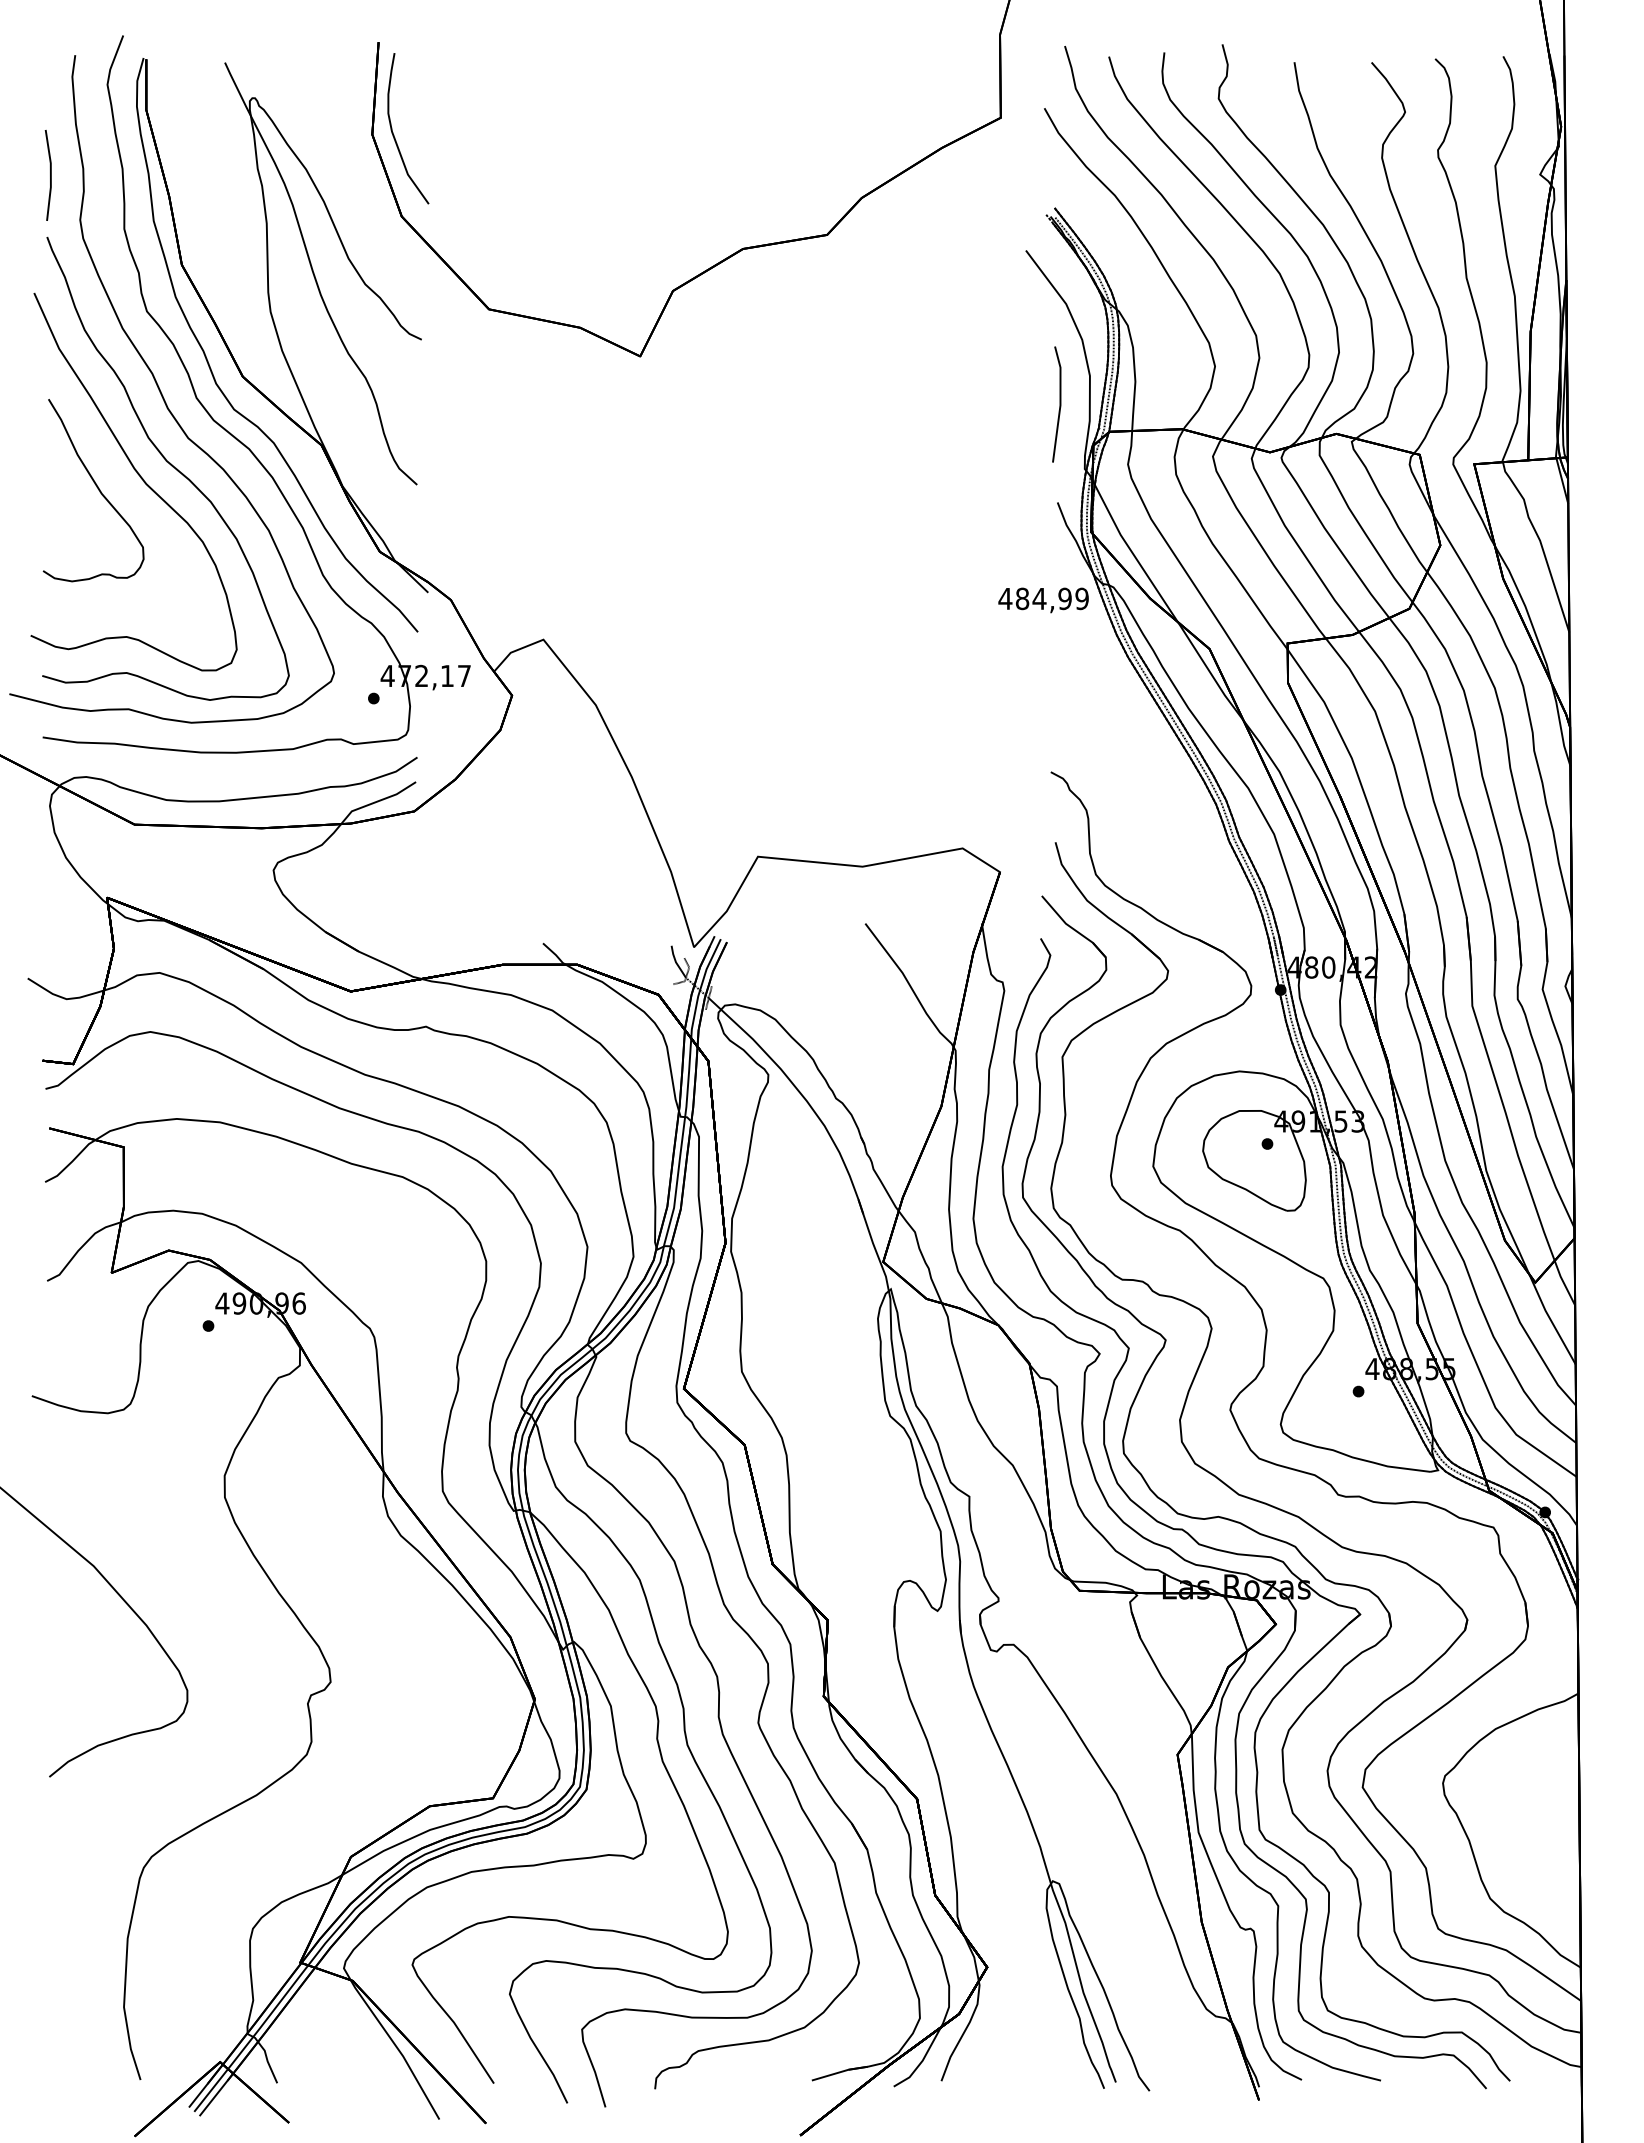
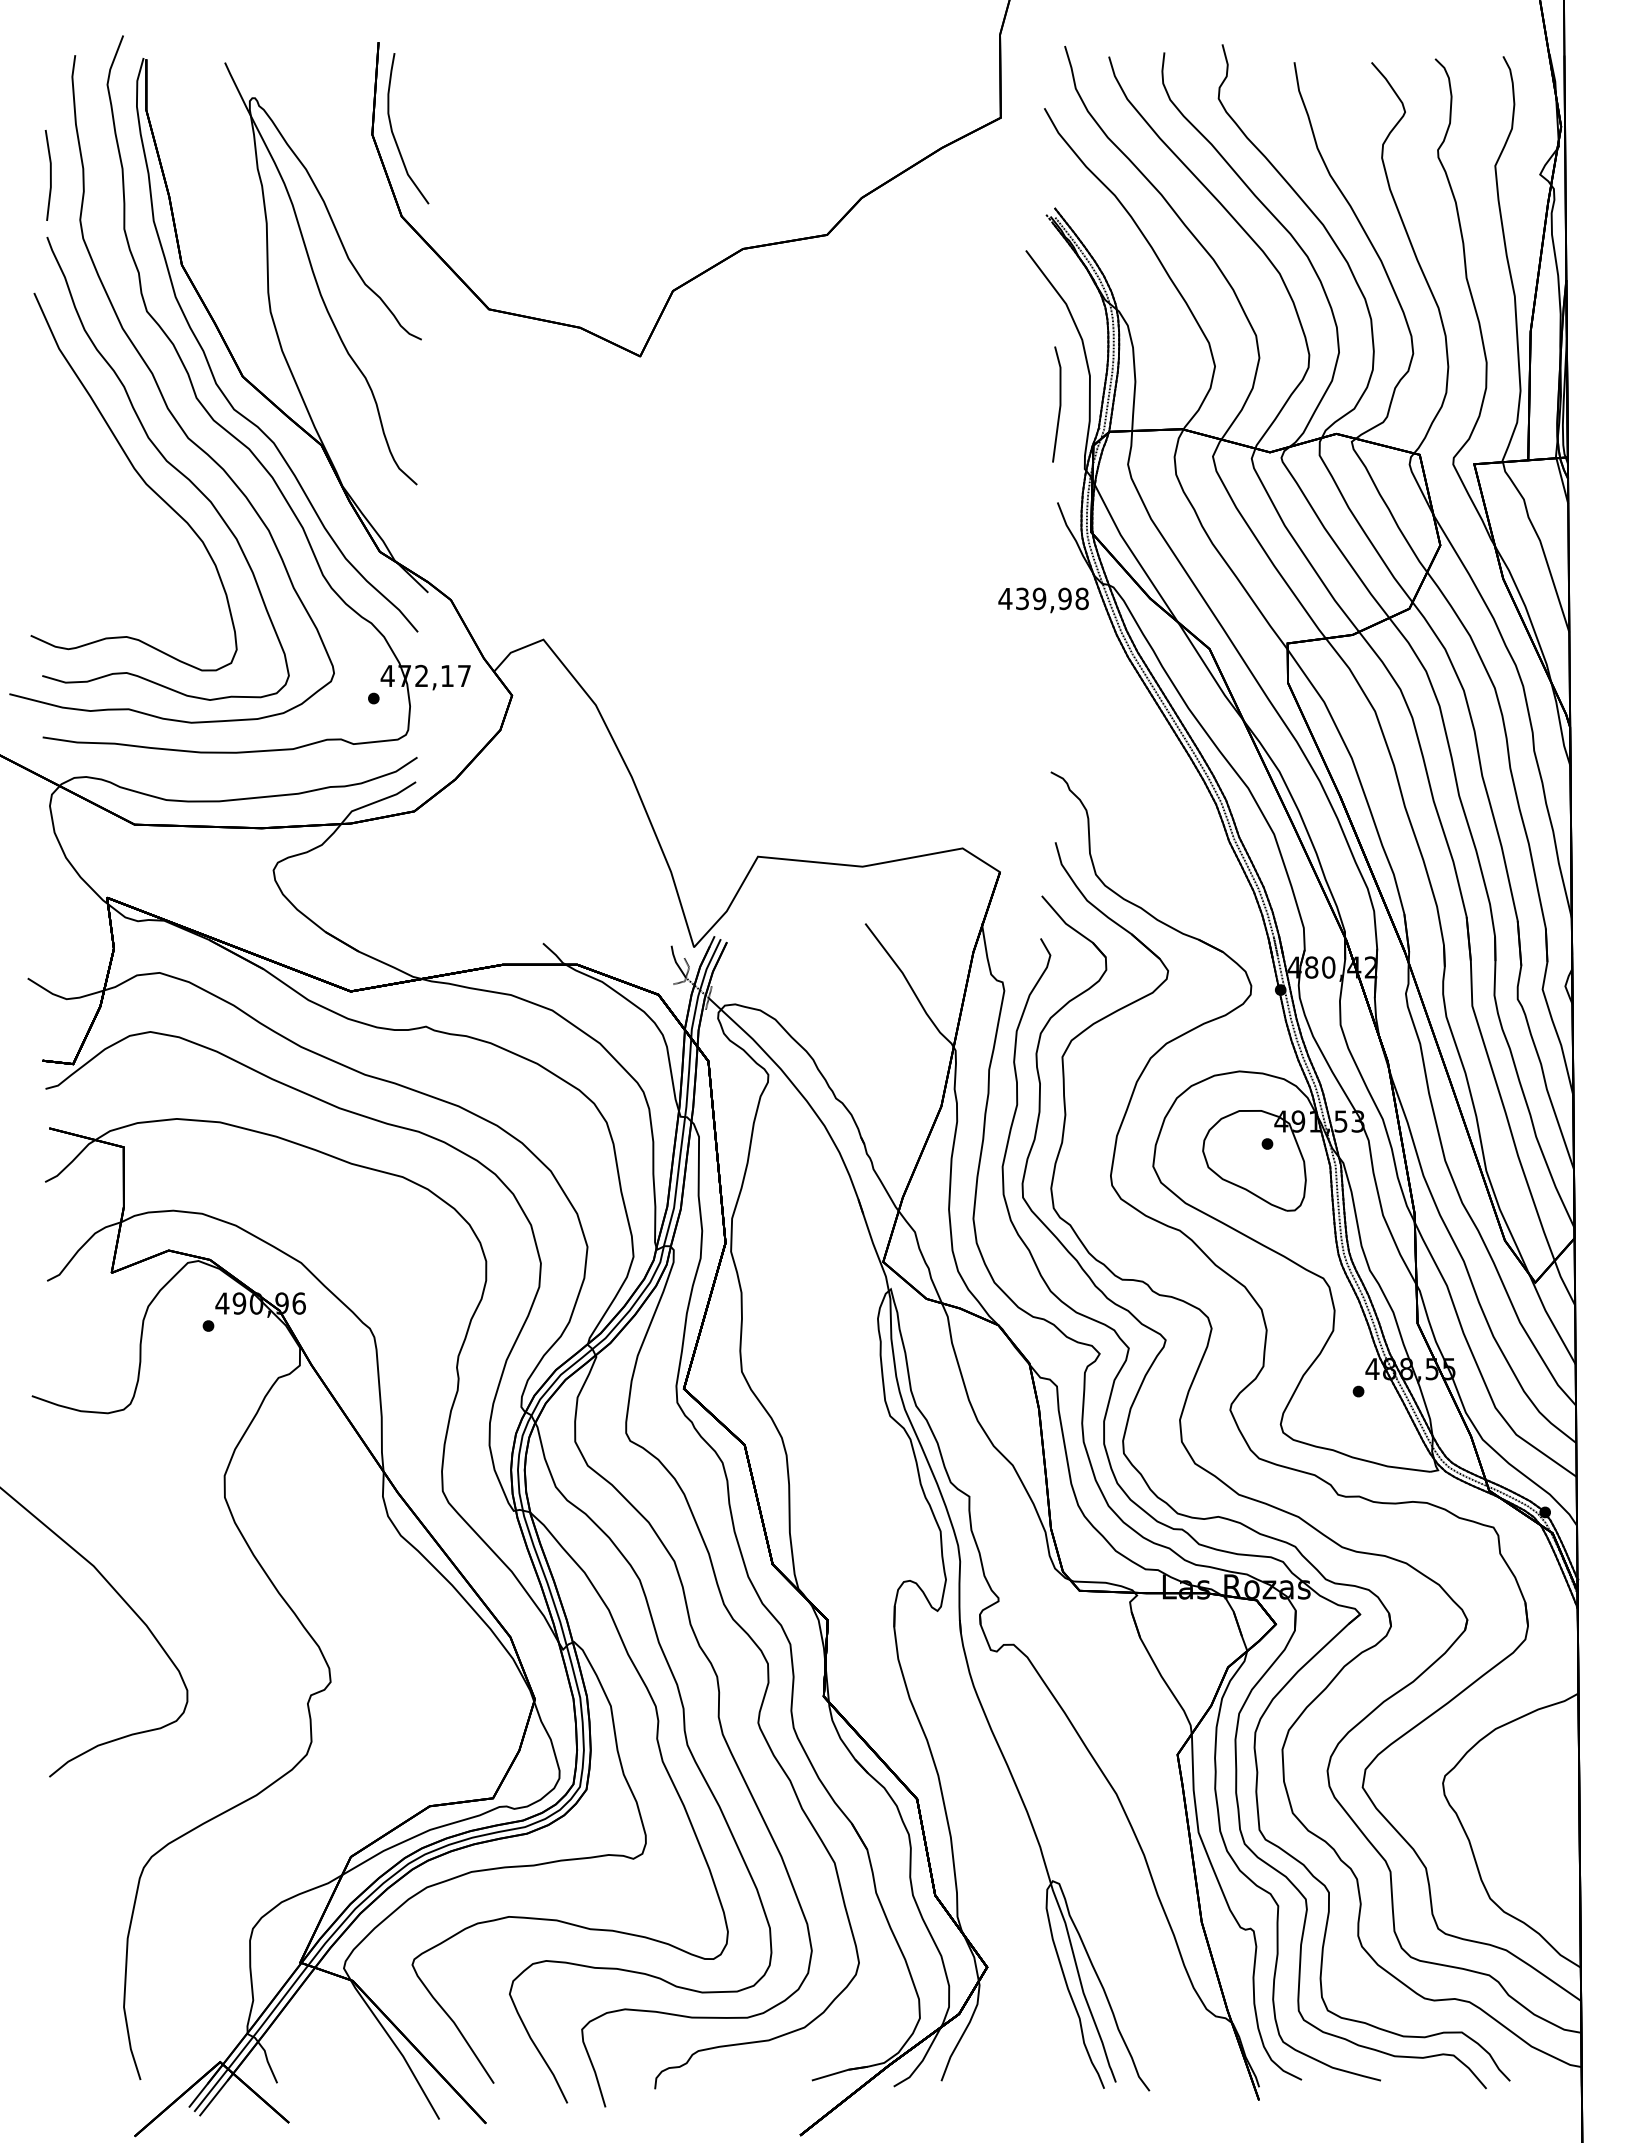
part at (93, 490): present -> none
text at (1051, 598): 484,99 -> 439,98
